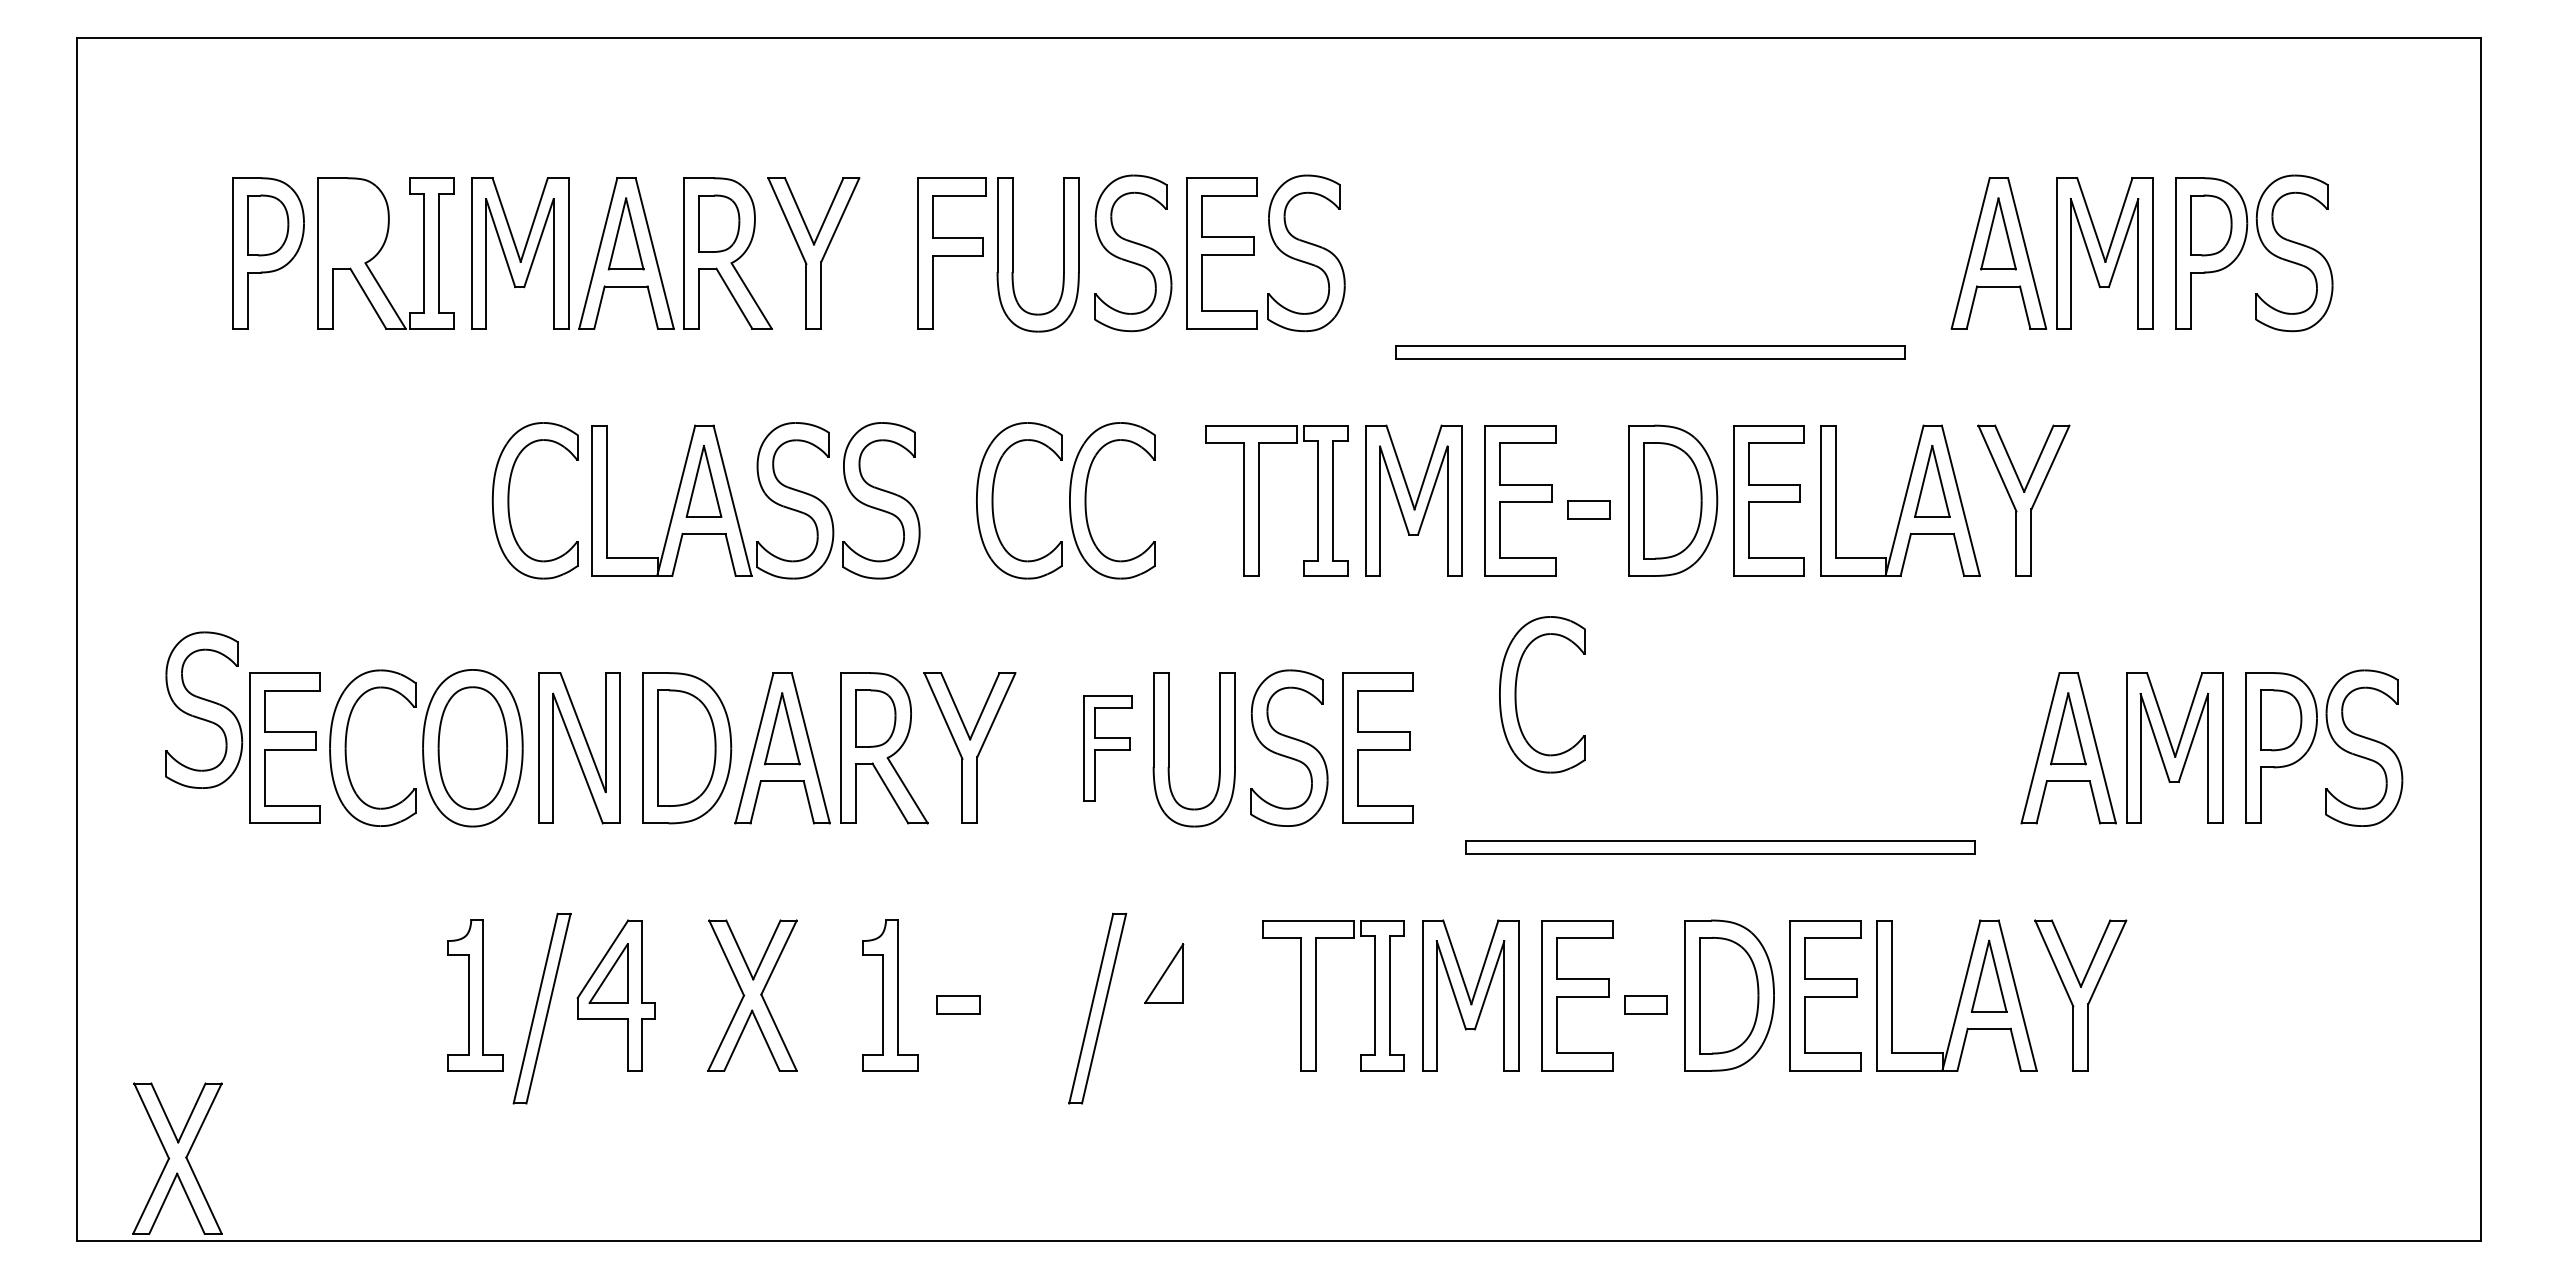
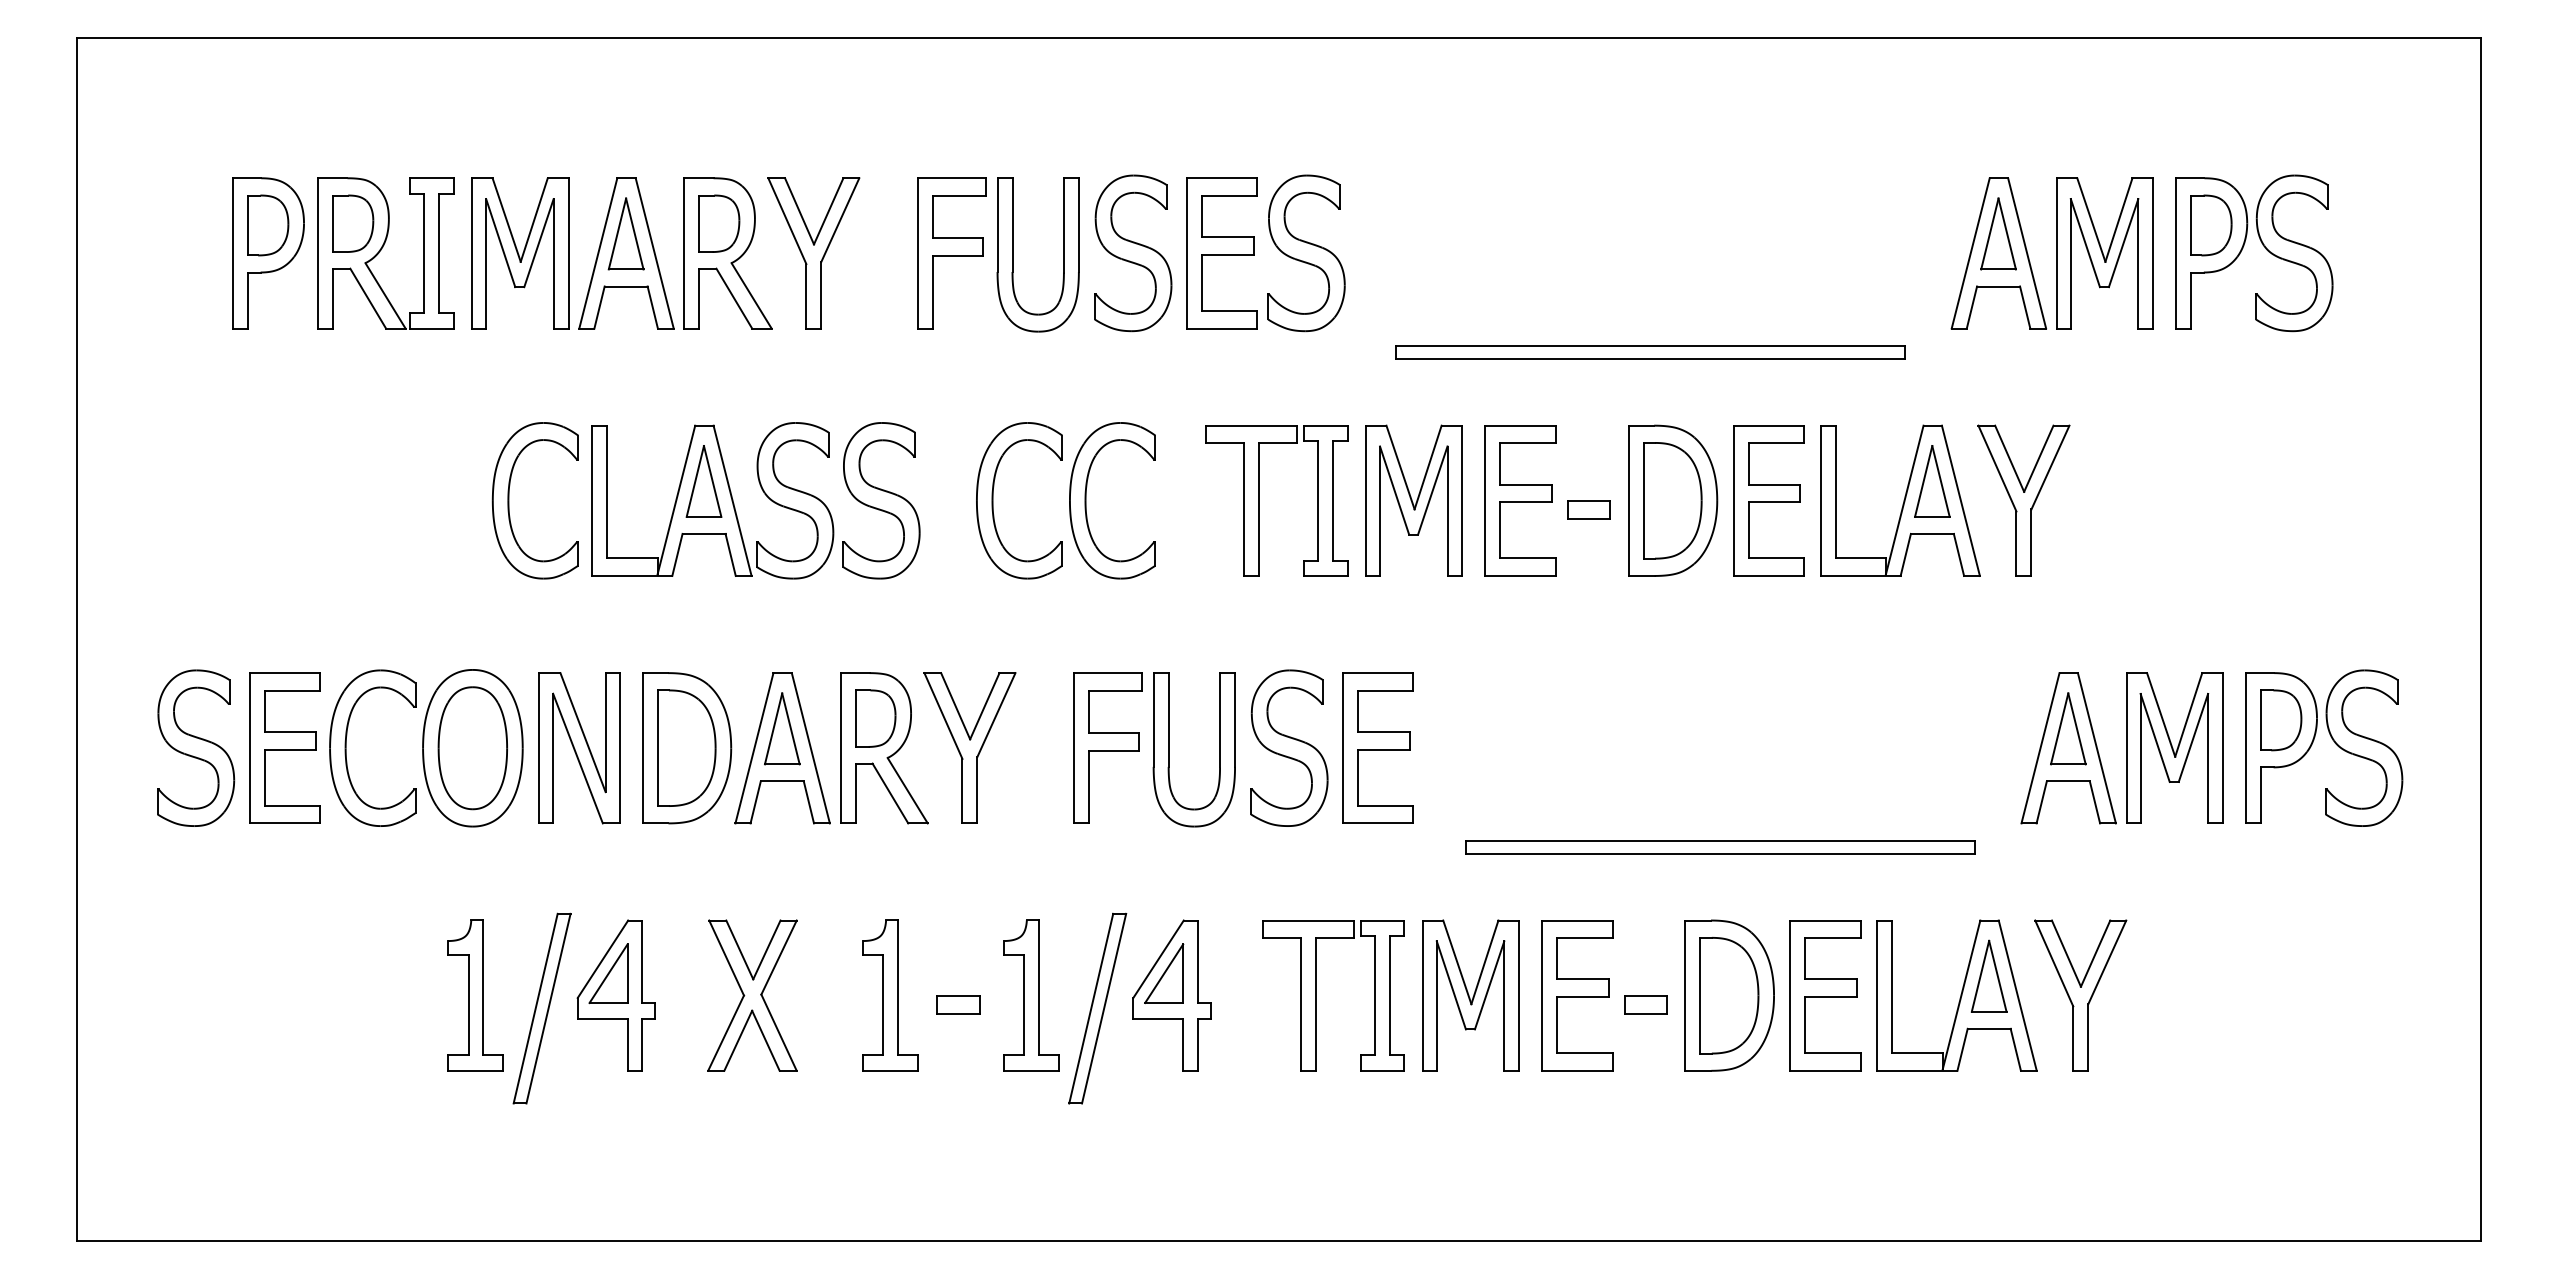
part at (353, 223): none -> present
part at (1516, 694): present -> none
part at (204, 709) position: (204, 709) -> (196, 747)
part at (1107, 748) size: 50x107 px -> 70x152 px
part at (1031, 995): none -> present
part at (1171, 995): none -> present
part at (177, 1158): present -> none
